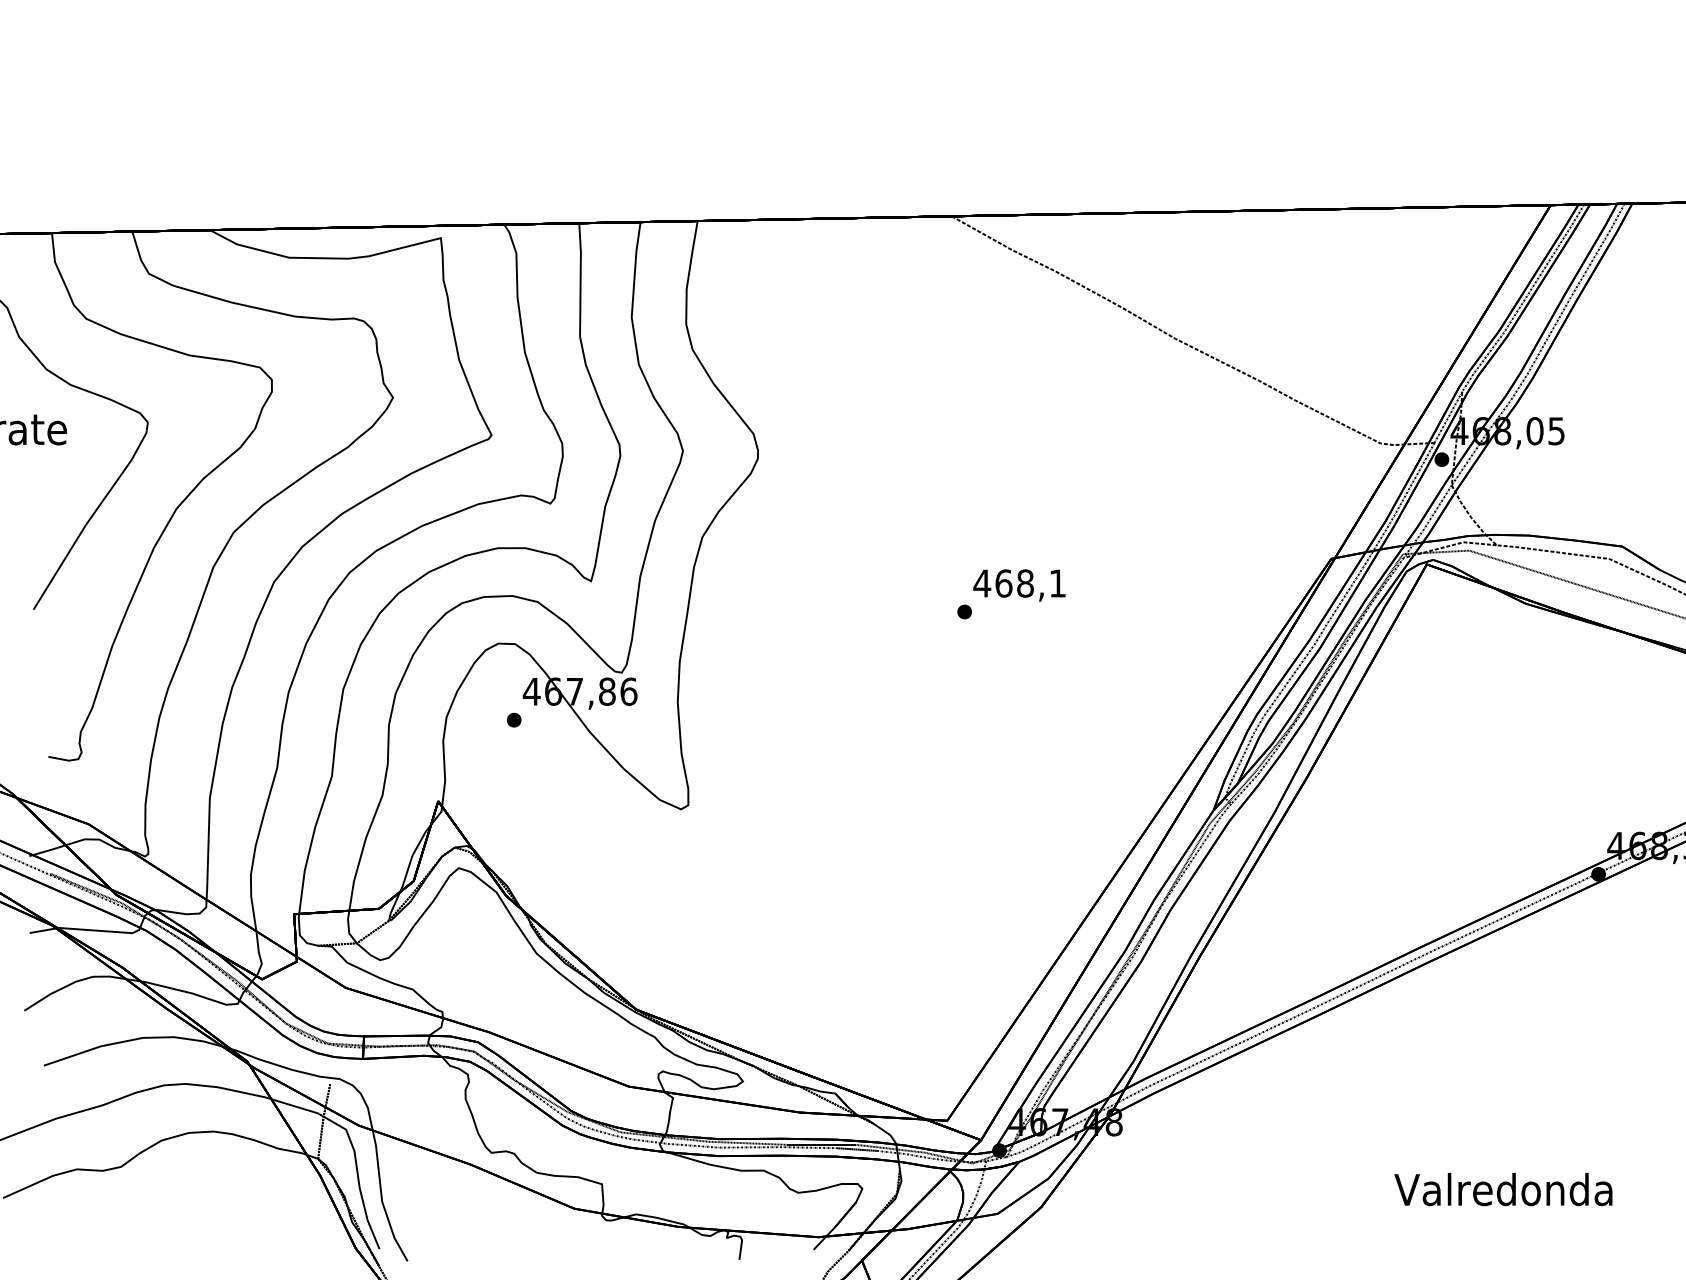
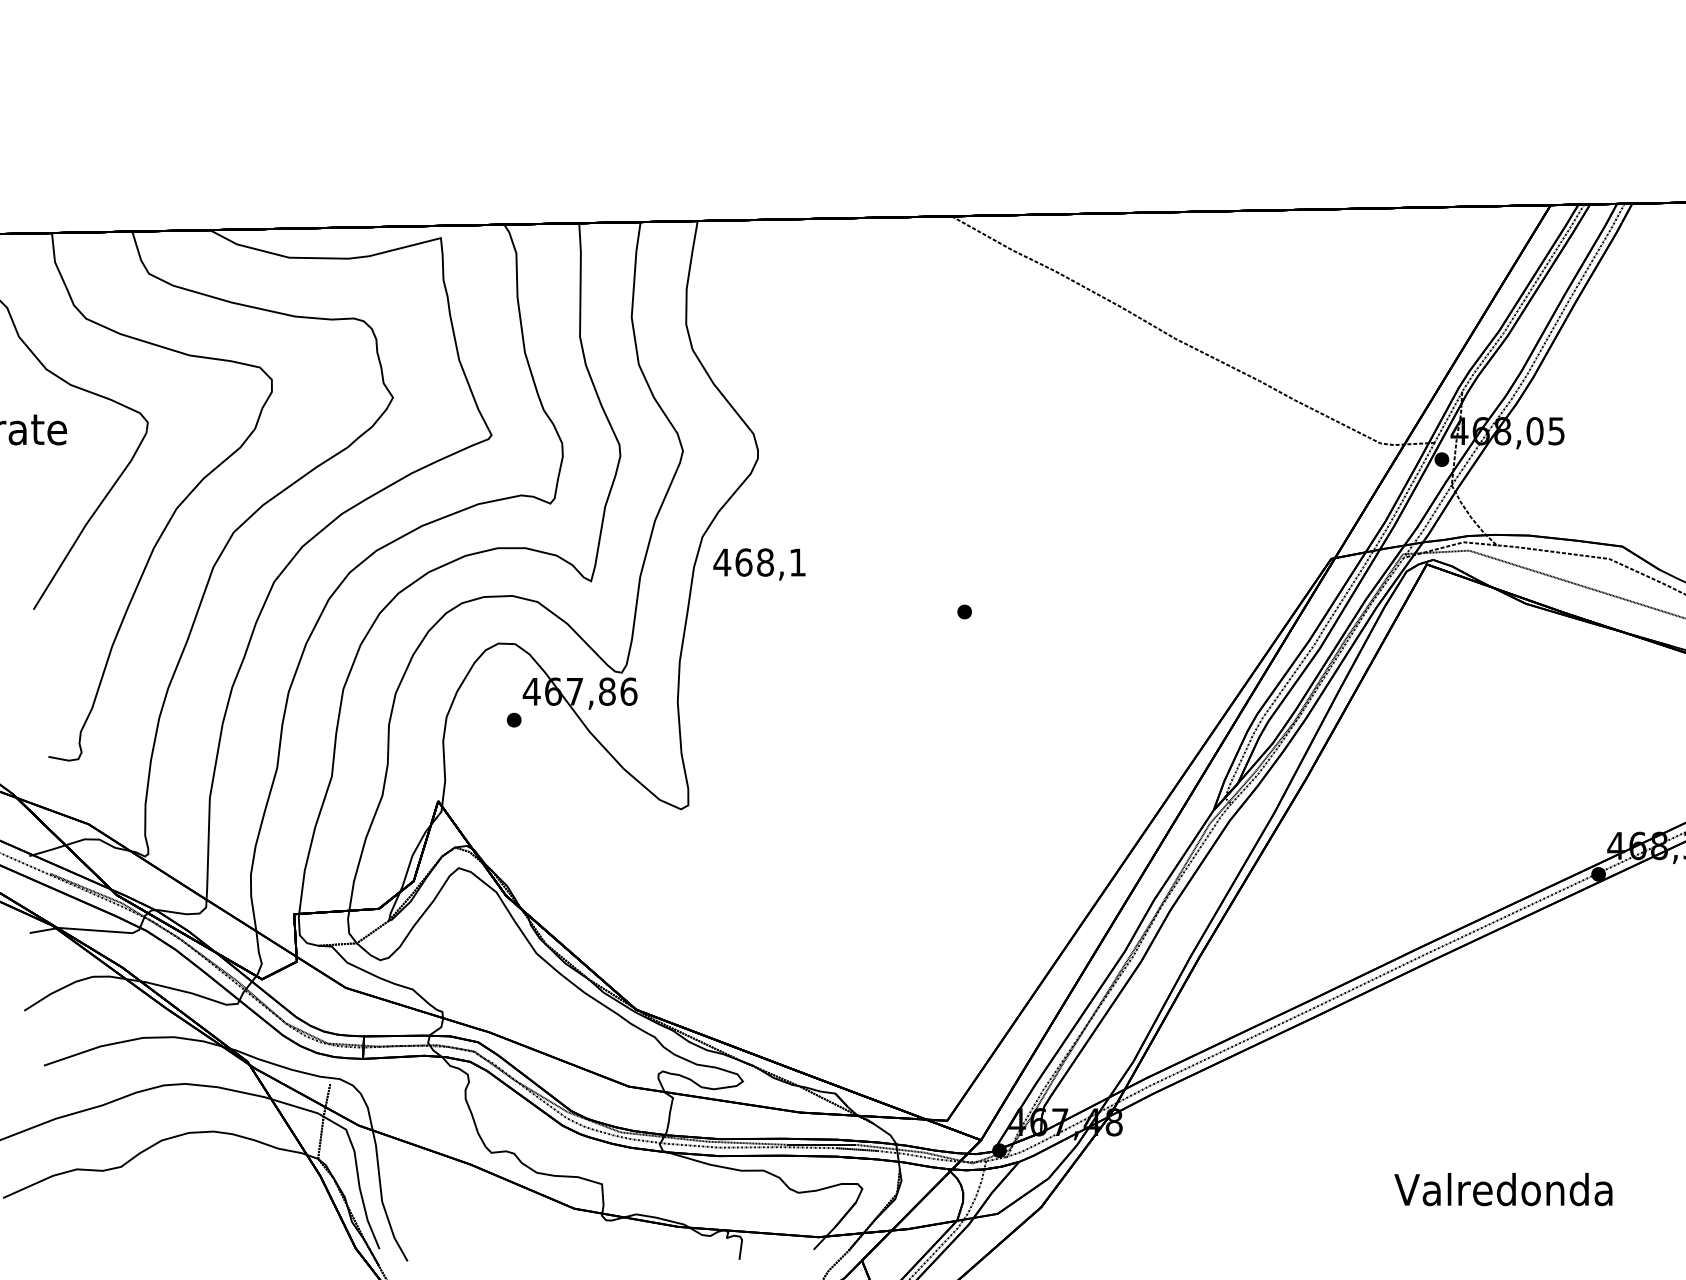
text at (1019, 585) position: (1019, 585) -> (759, 564)
